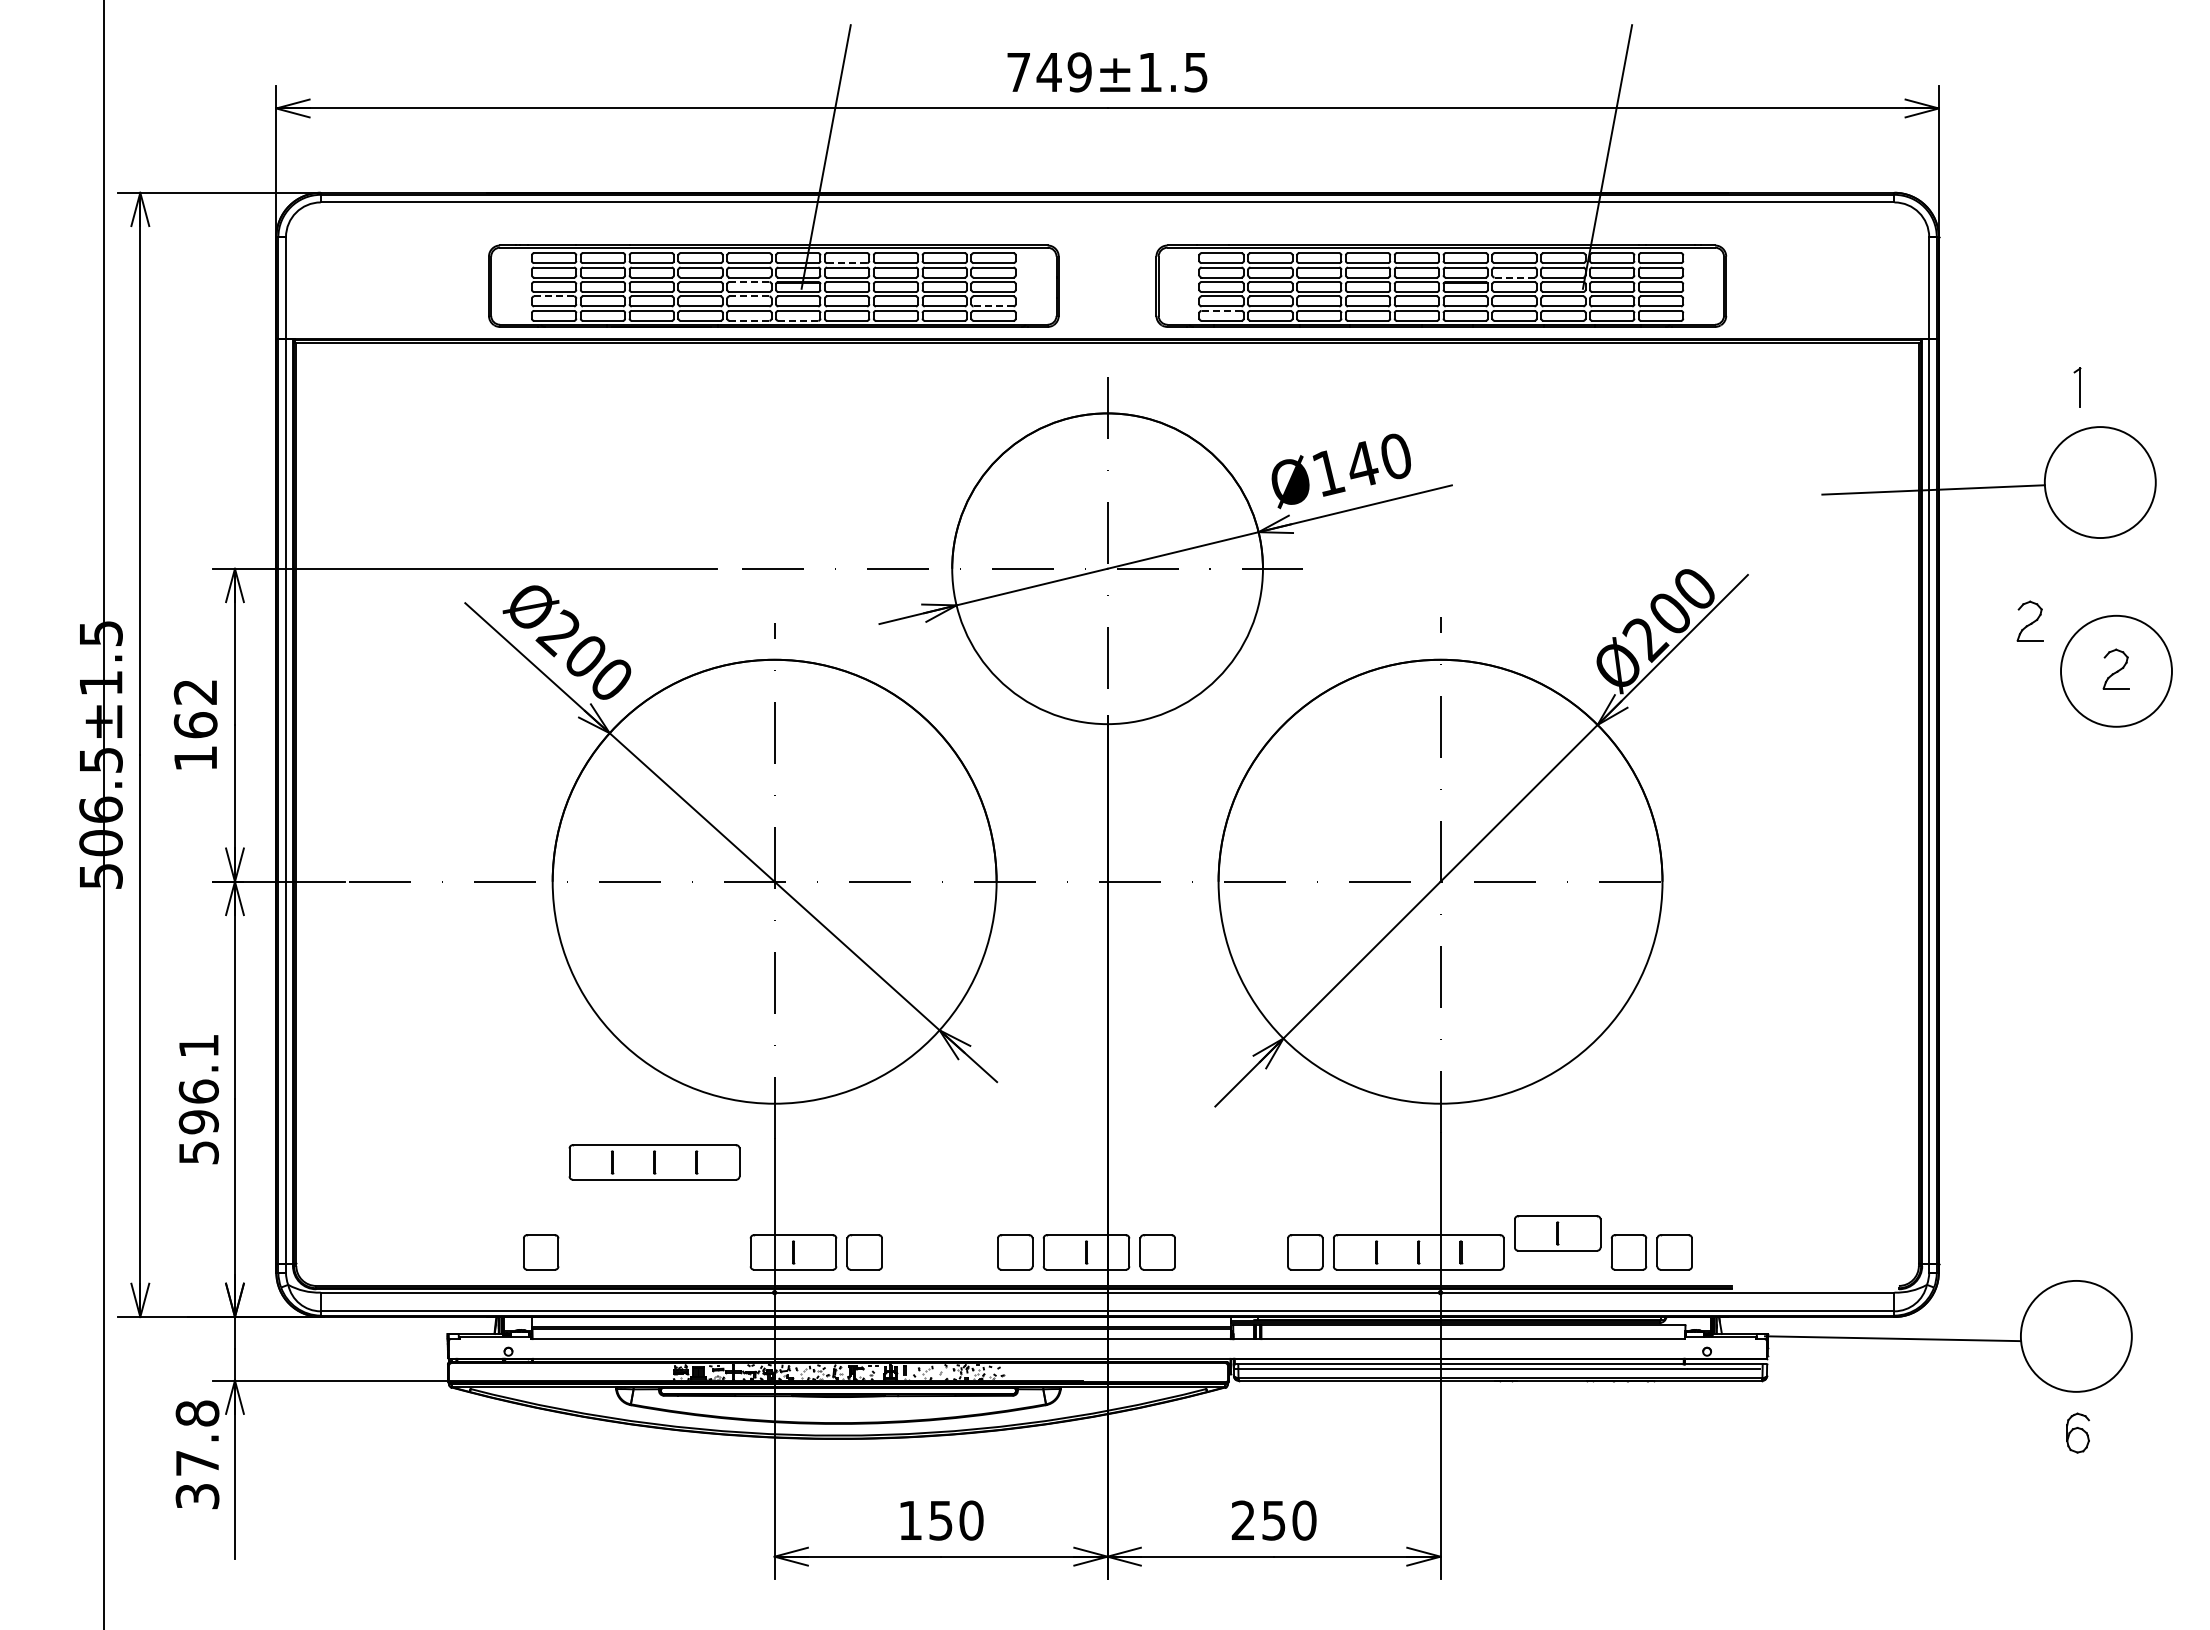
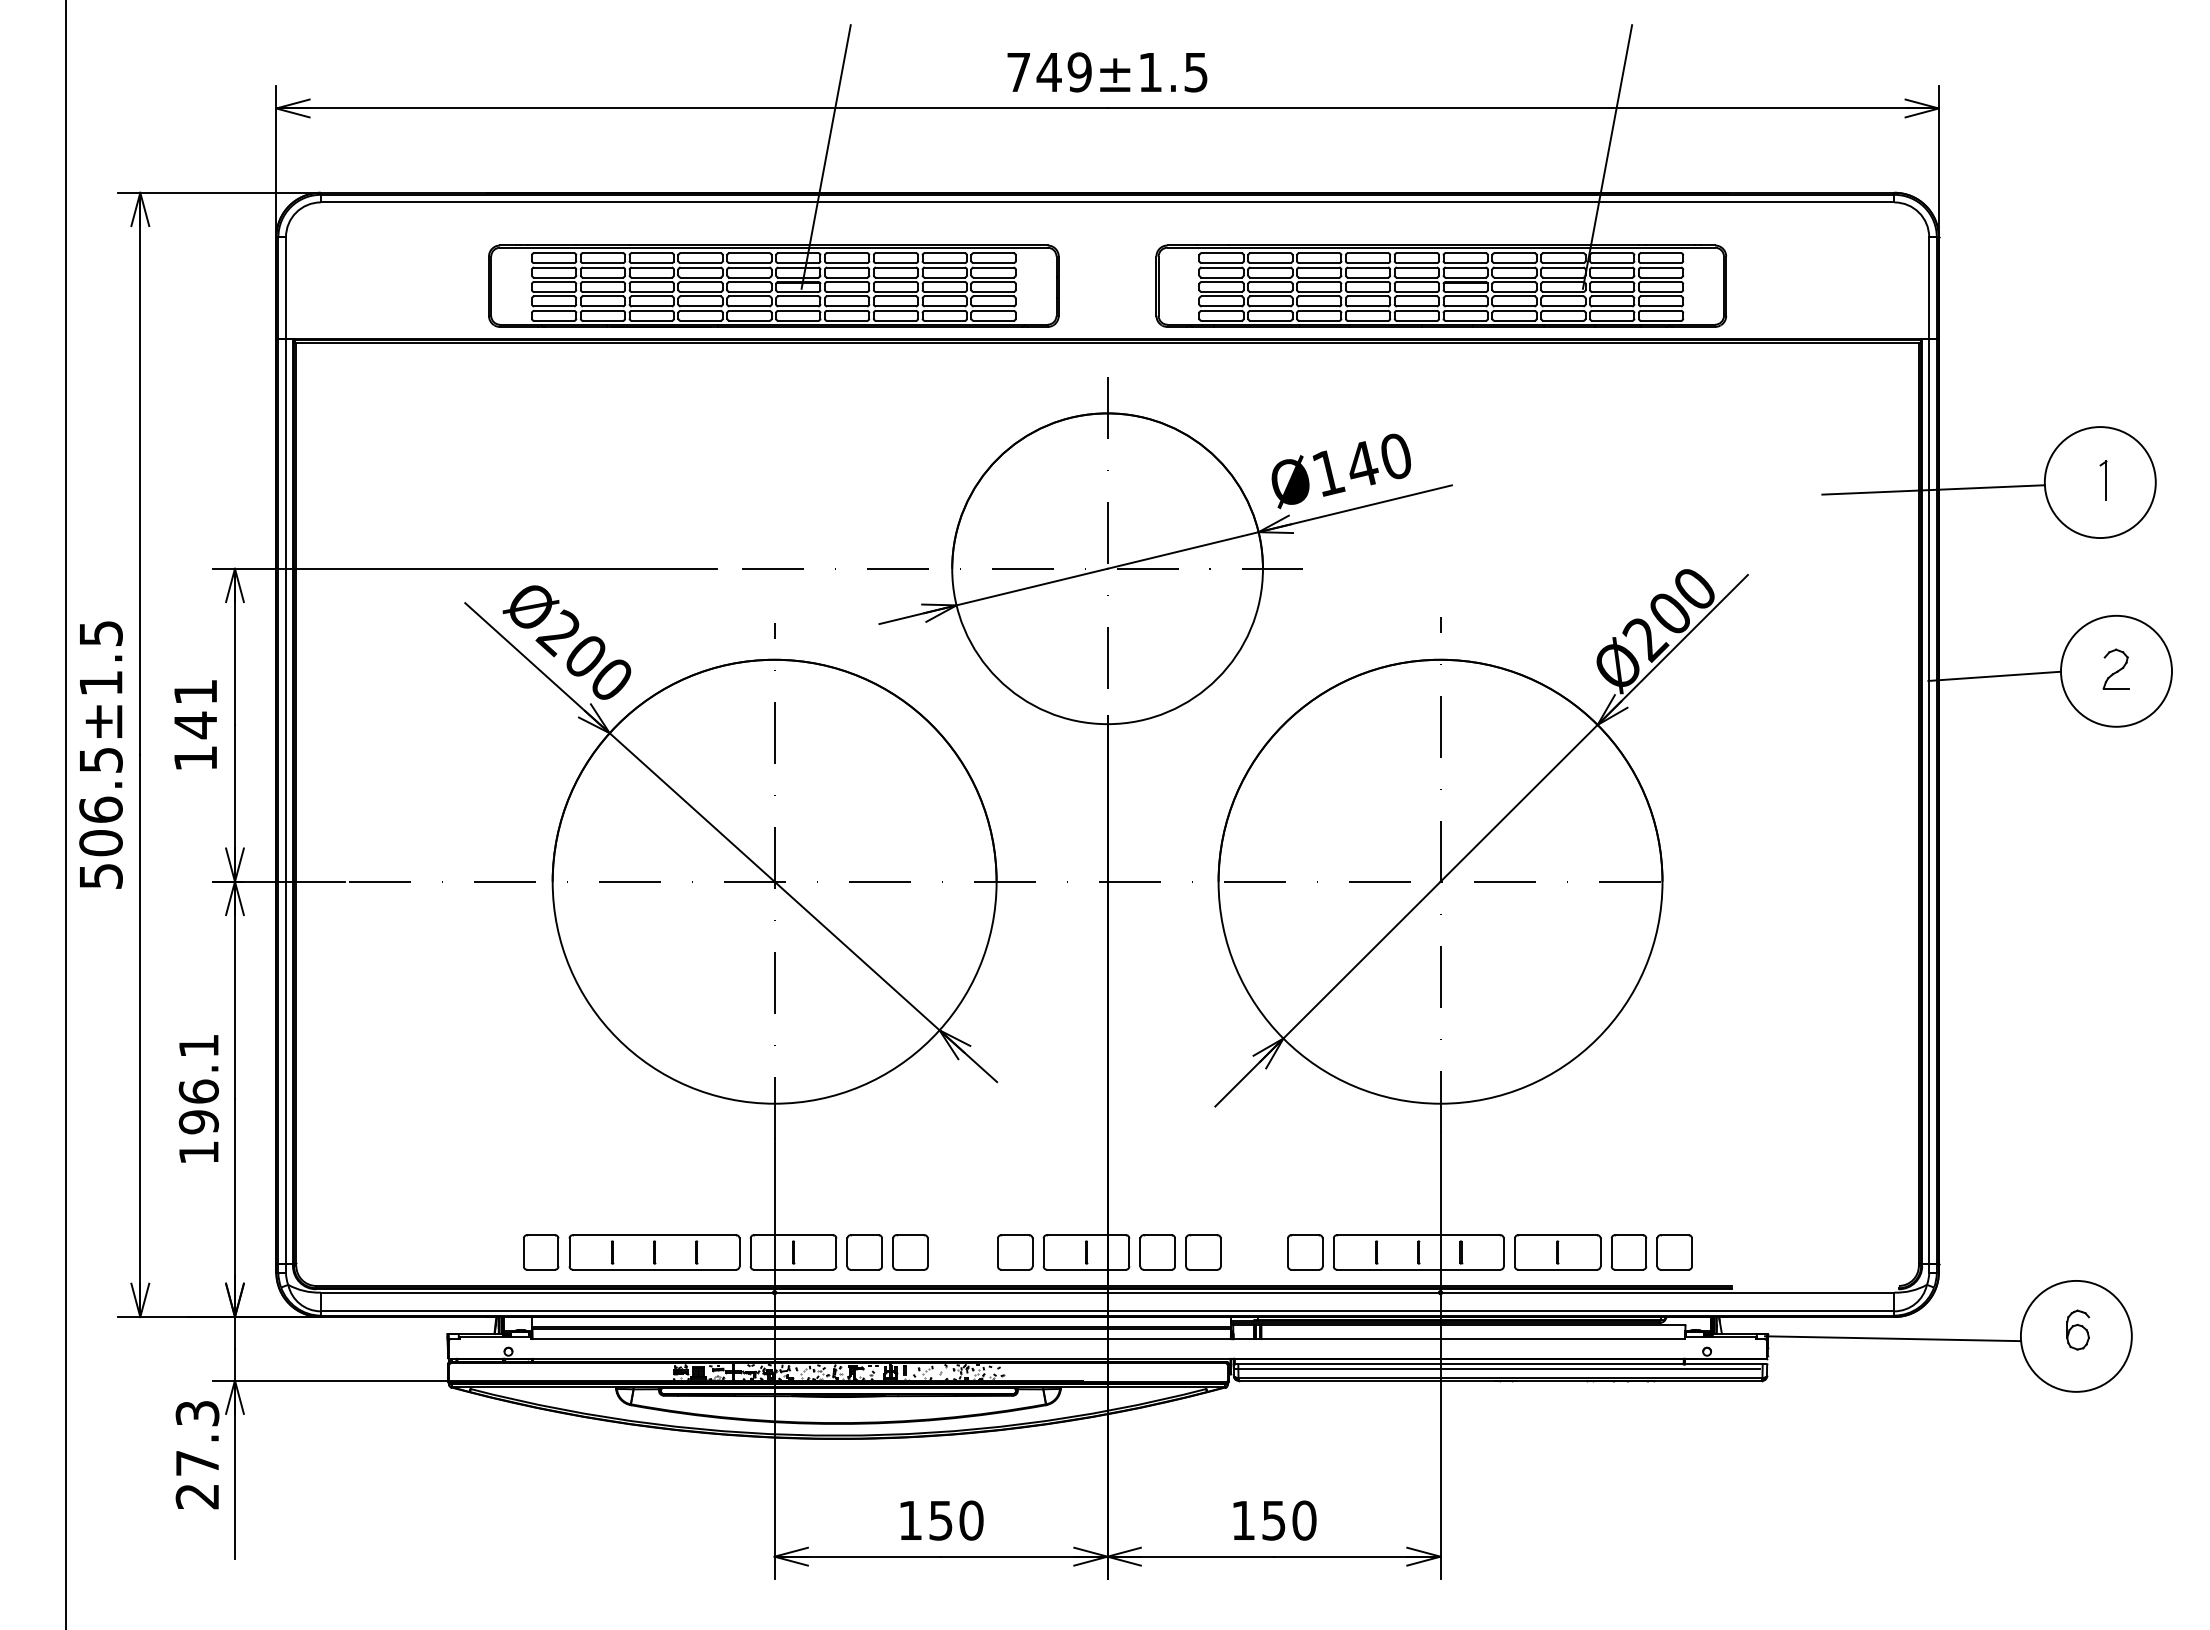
line at (847, 263): dashed -> solid
line at (1514, 277): dashed -> solid
line at (749, 282): dashed -> solid
line at (554, 296): dashed -> solid
line at (749, 296): dashed -> solid
line at (993, 306): dashed -> solid
line at (1221, 310): dashed -> solid
line at (749, 320): dashed -> solid
line at (798, 320): dashed -> solid
part at (2077, 387) position: (2077, 387) -> (2103, 480)
part at (2029, 620): present -> none
line at (1994, 675): none -> present
text at (195, 709): 162 -> 141
line at (104, 814) position: (104, 814) -> (66, 814)
text at (198, 1152): 596.1 -> 196.1
part at (654, 1162) position: (654, 1162) -> (654, 1252)
part at (1557, 1233) position: (1557, 1233) -> (1557, 1252)
part at (910, 1252): none -> present
part at (1203, 1252): none -> present
part at (2077, 1432) position: (2077, 1432) -> (2077, 1329)
text at (197, 1454): 37.8 -> 27.3
text at (1242, 1519): 250 -> 150
